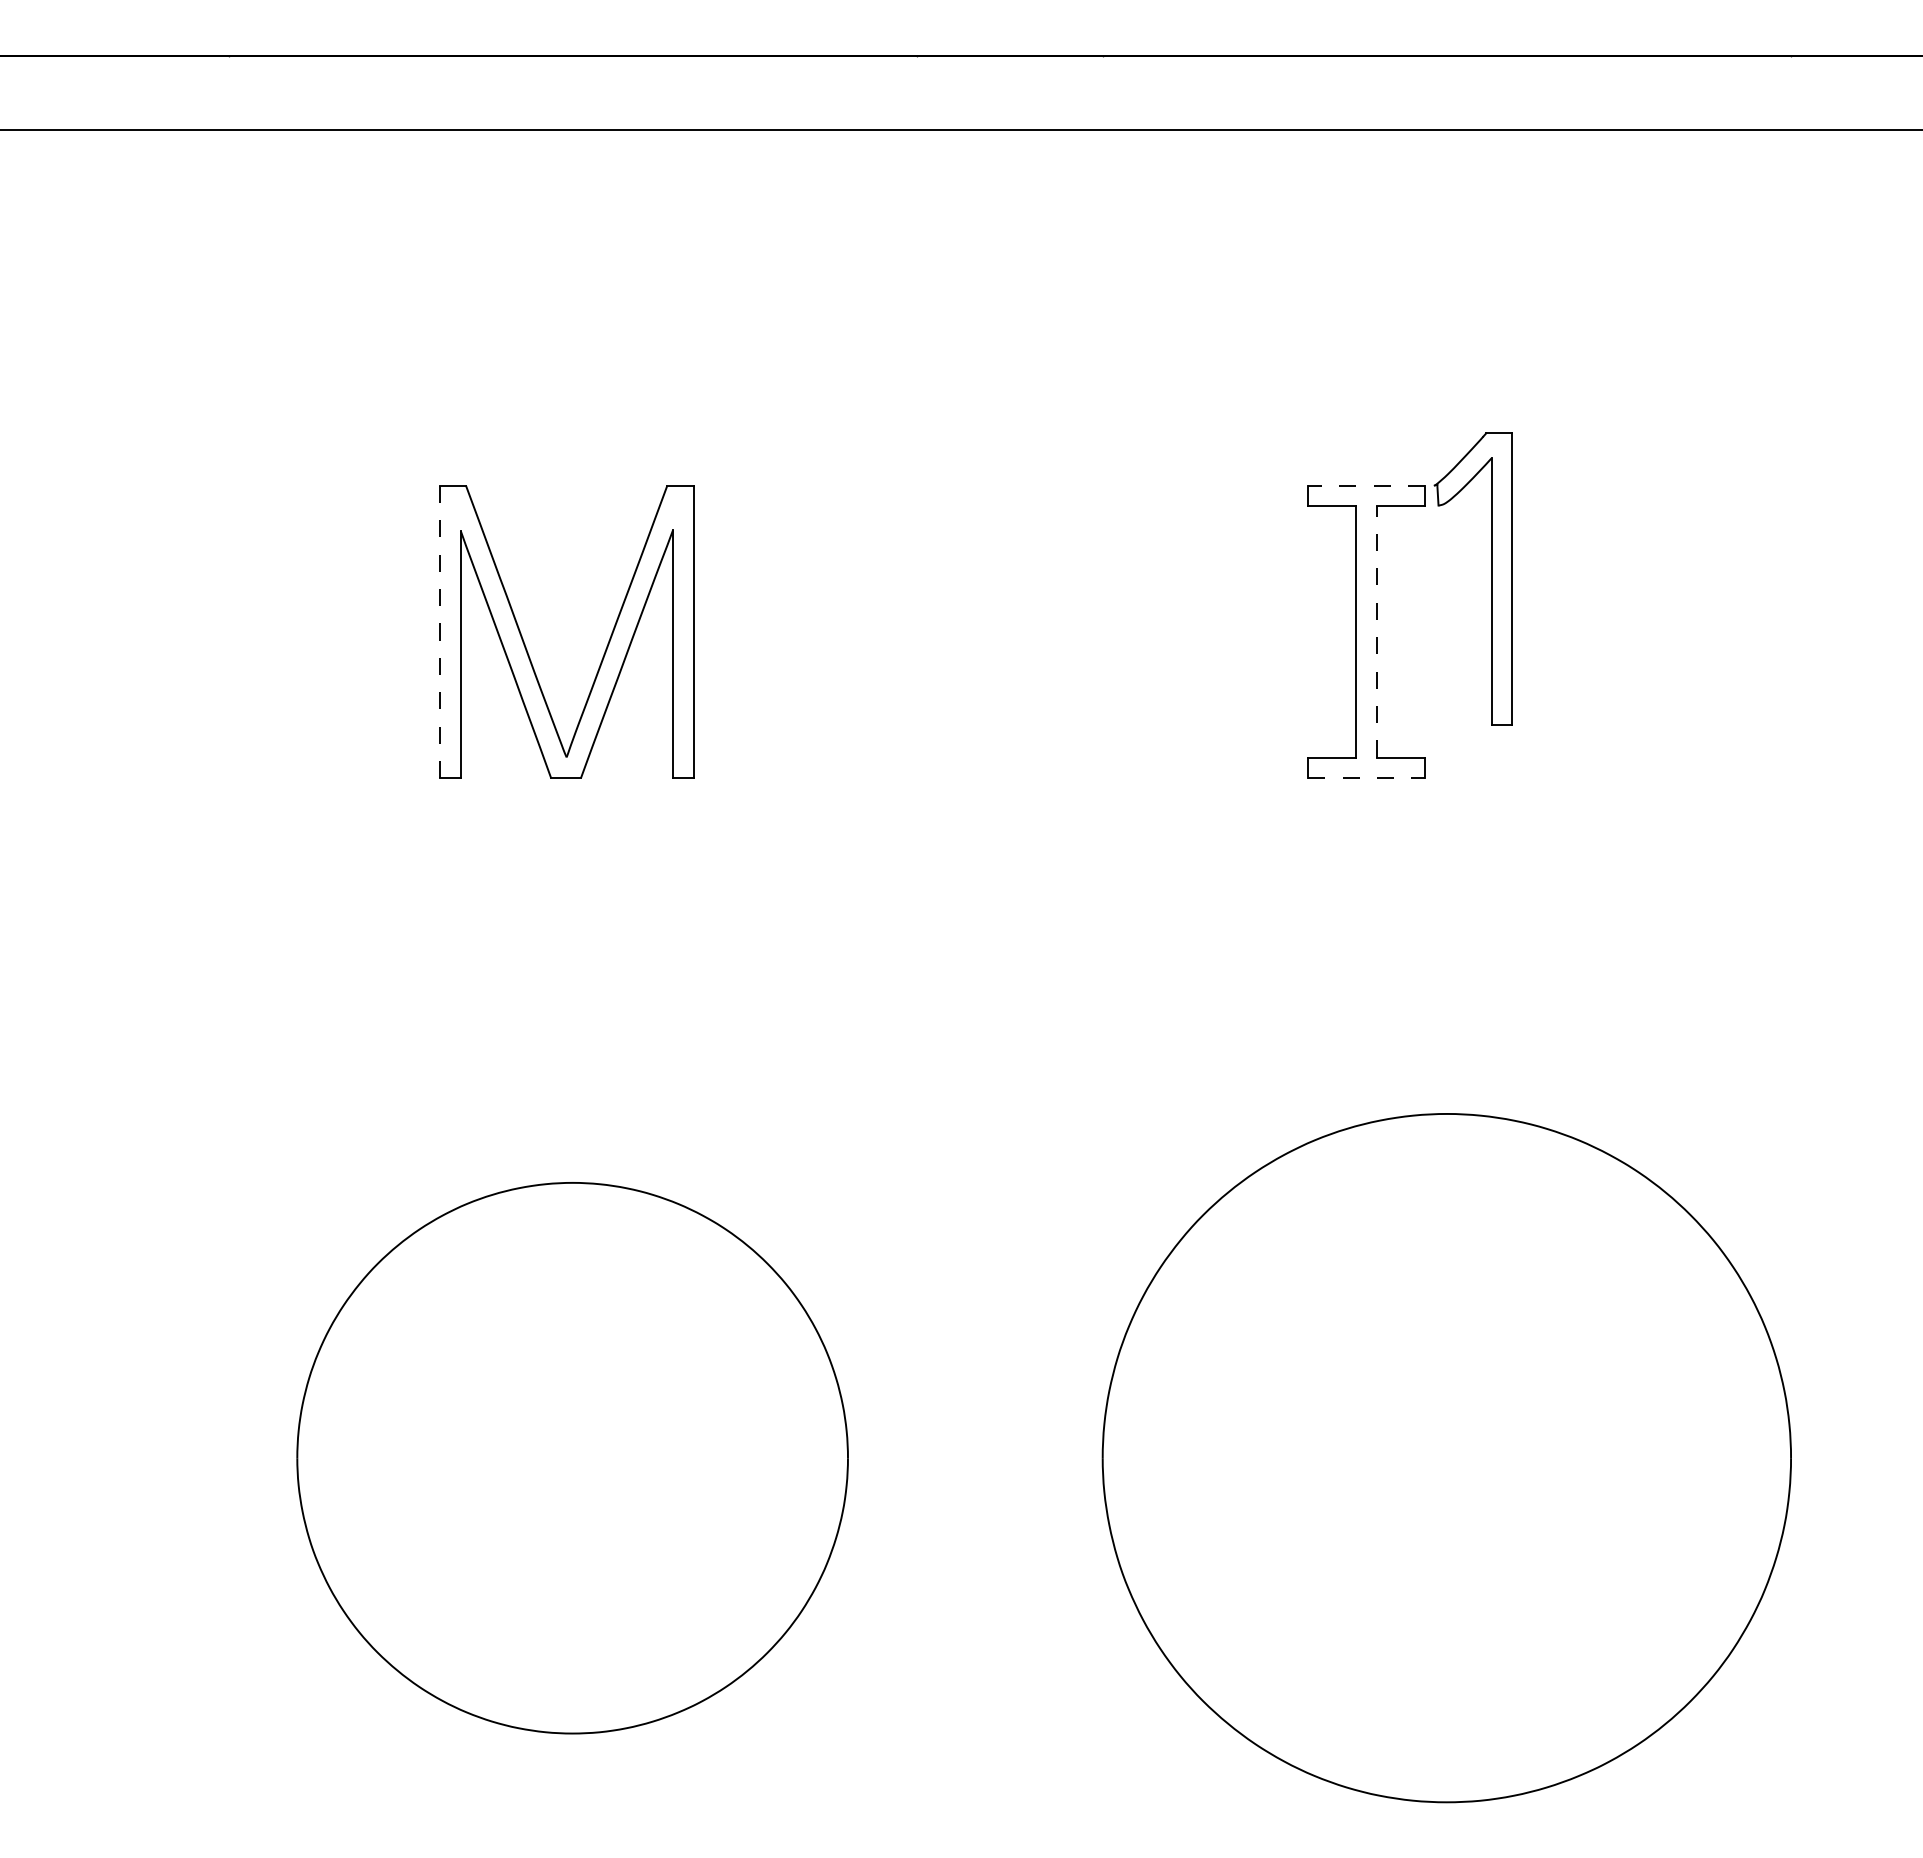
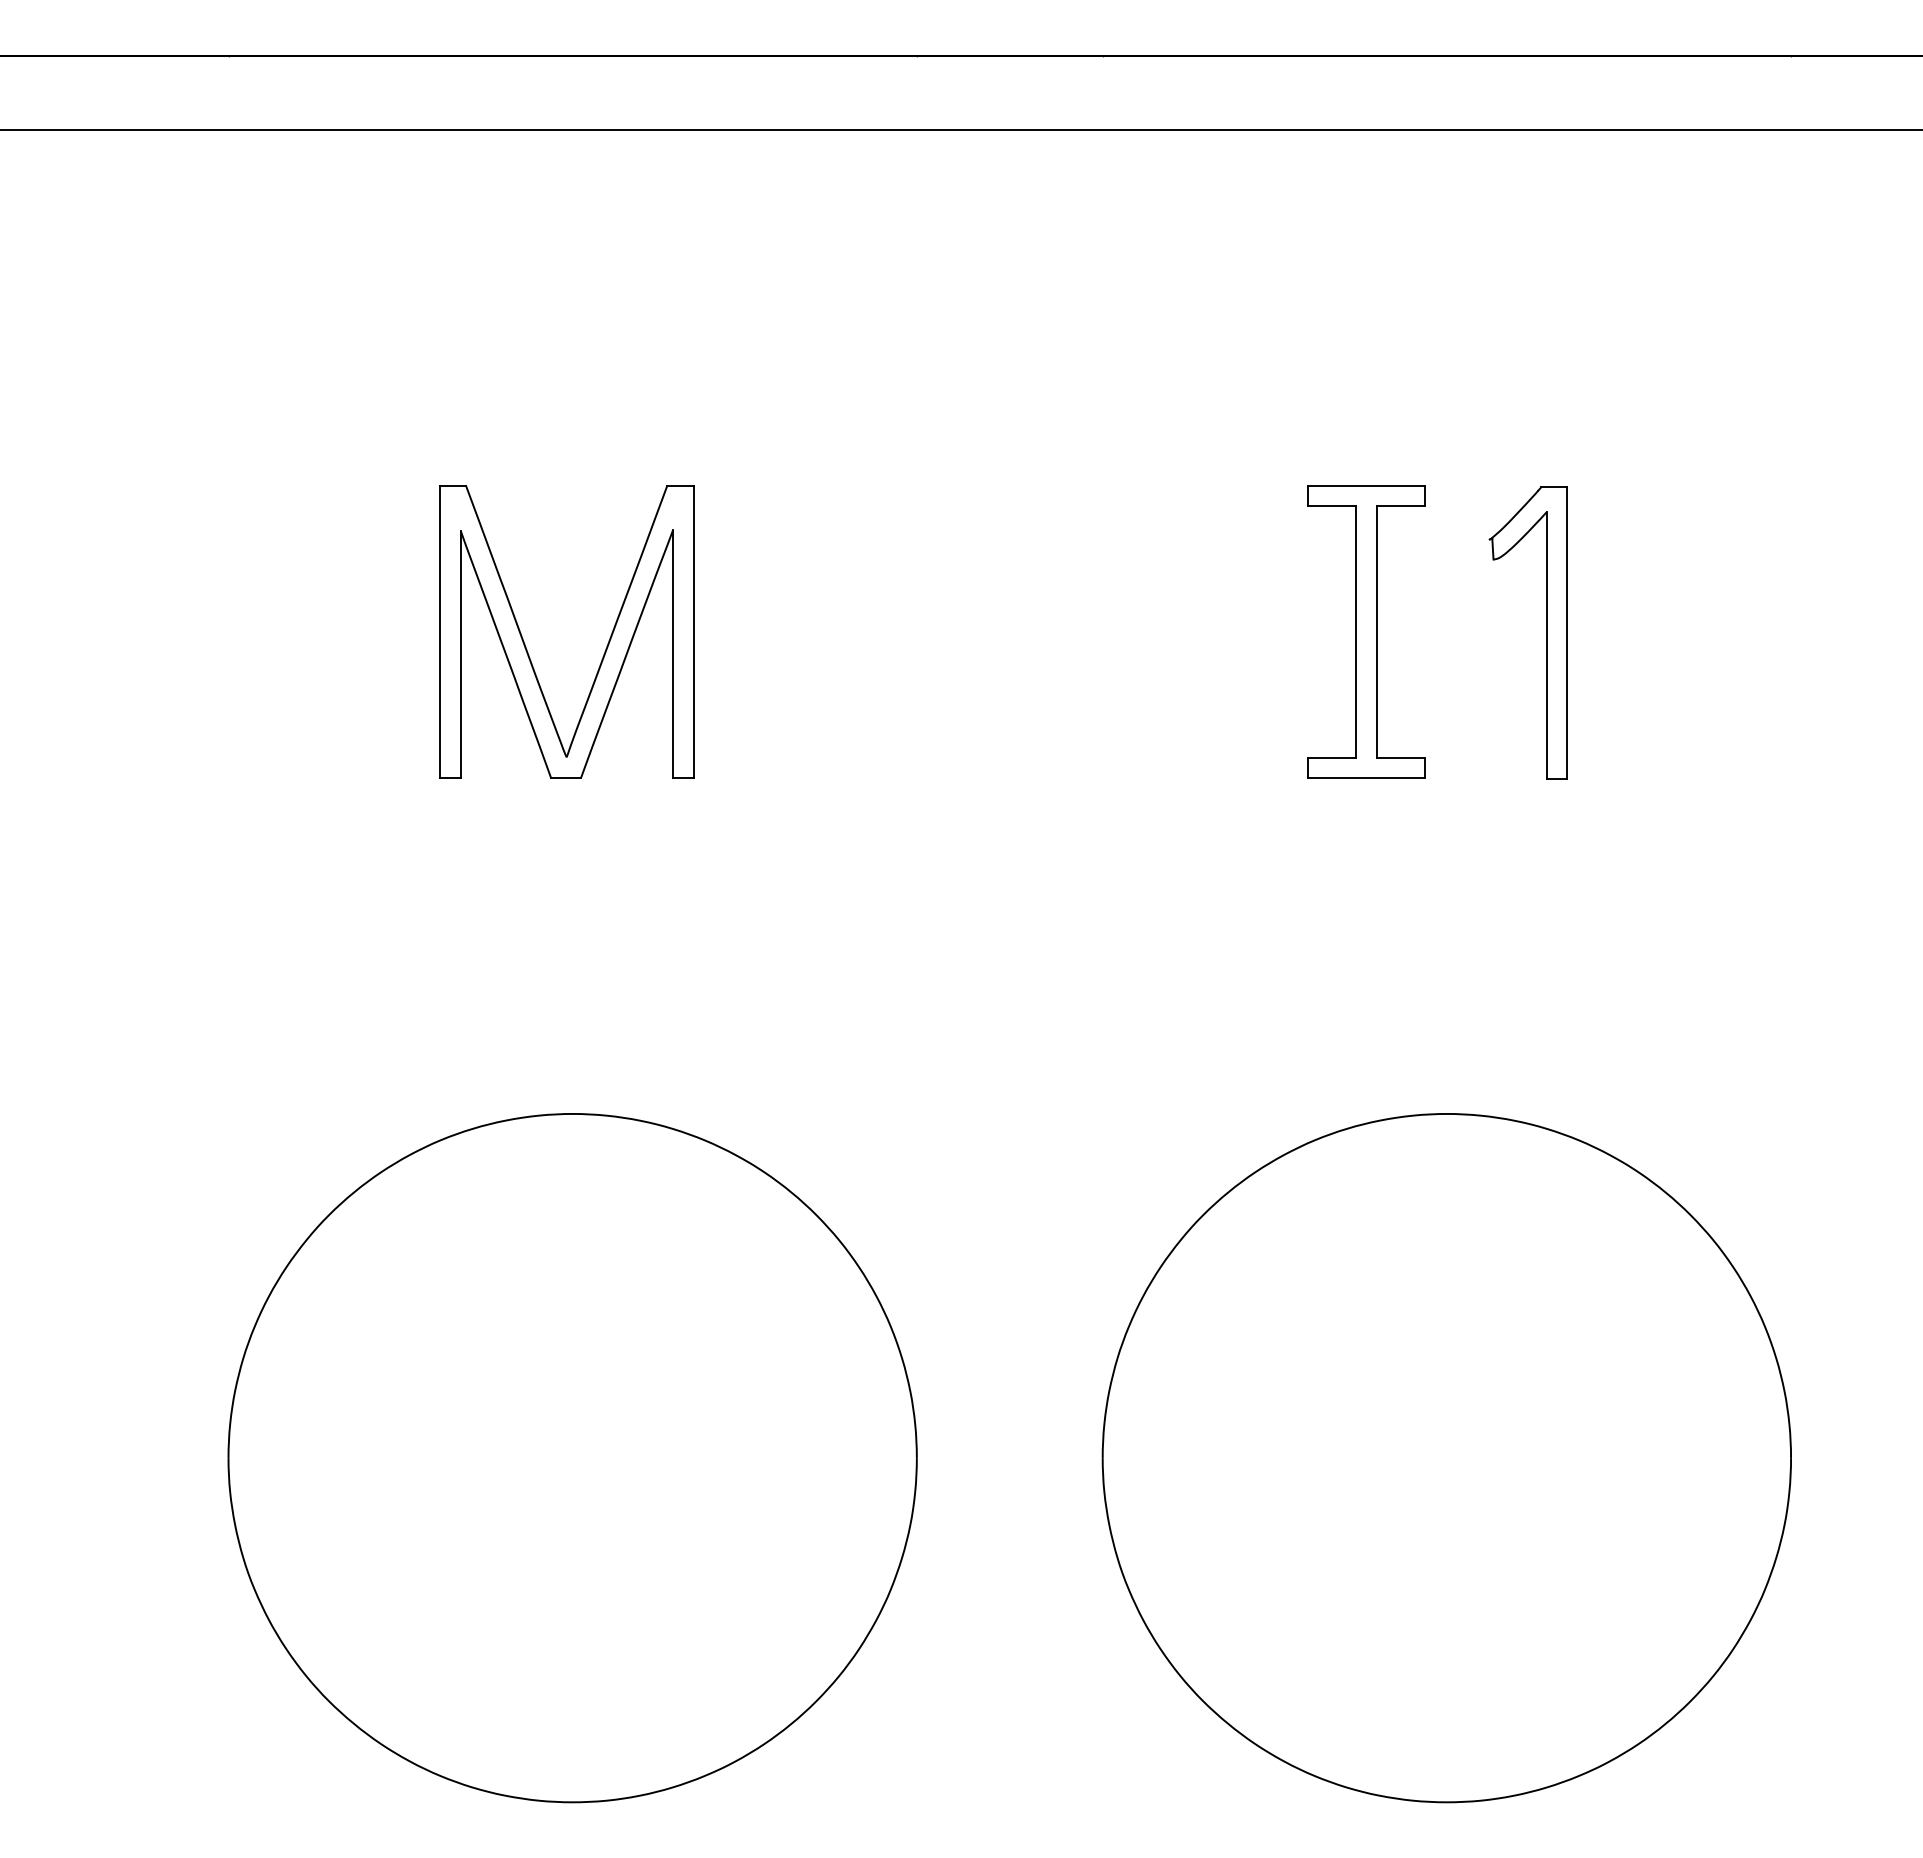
line at (1366, 485): dashed -> solid
part at (1491, 578) position: (1491, 578) -> (1546, 632)
line at (1377, 631): dashed -> solid
line at (440, 632): dashed -> solid
line at (1366, 778): dashed -> solid
part at (572, 1458) size: 553x553 px -> 691x691 px
